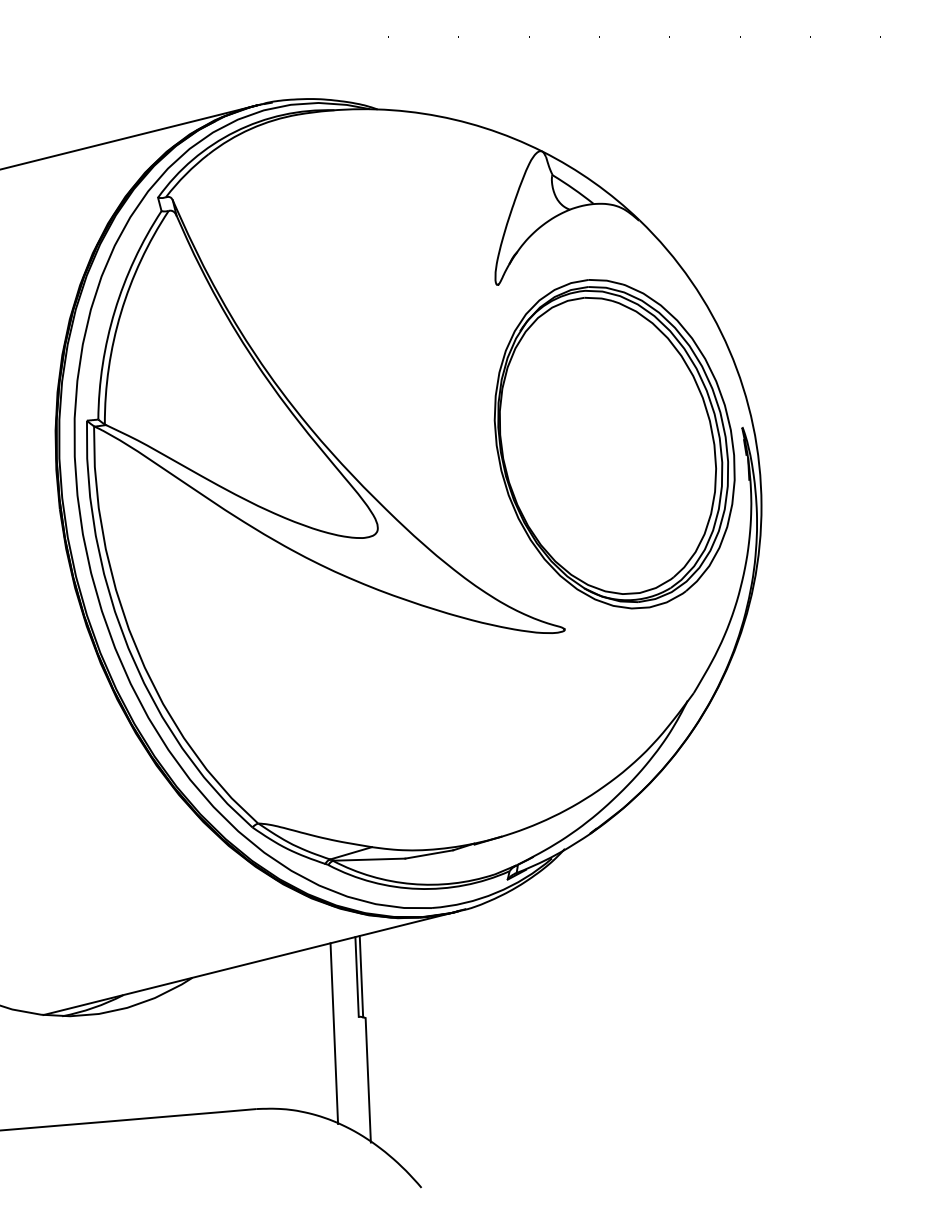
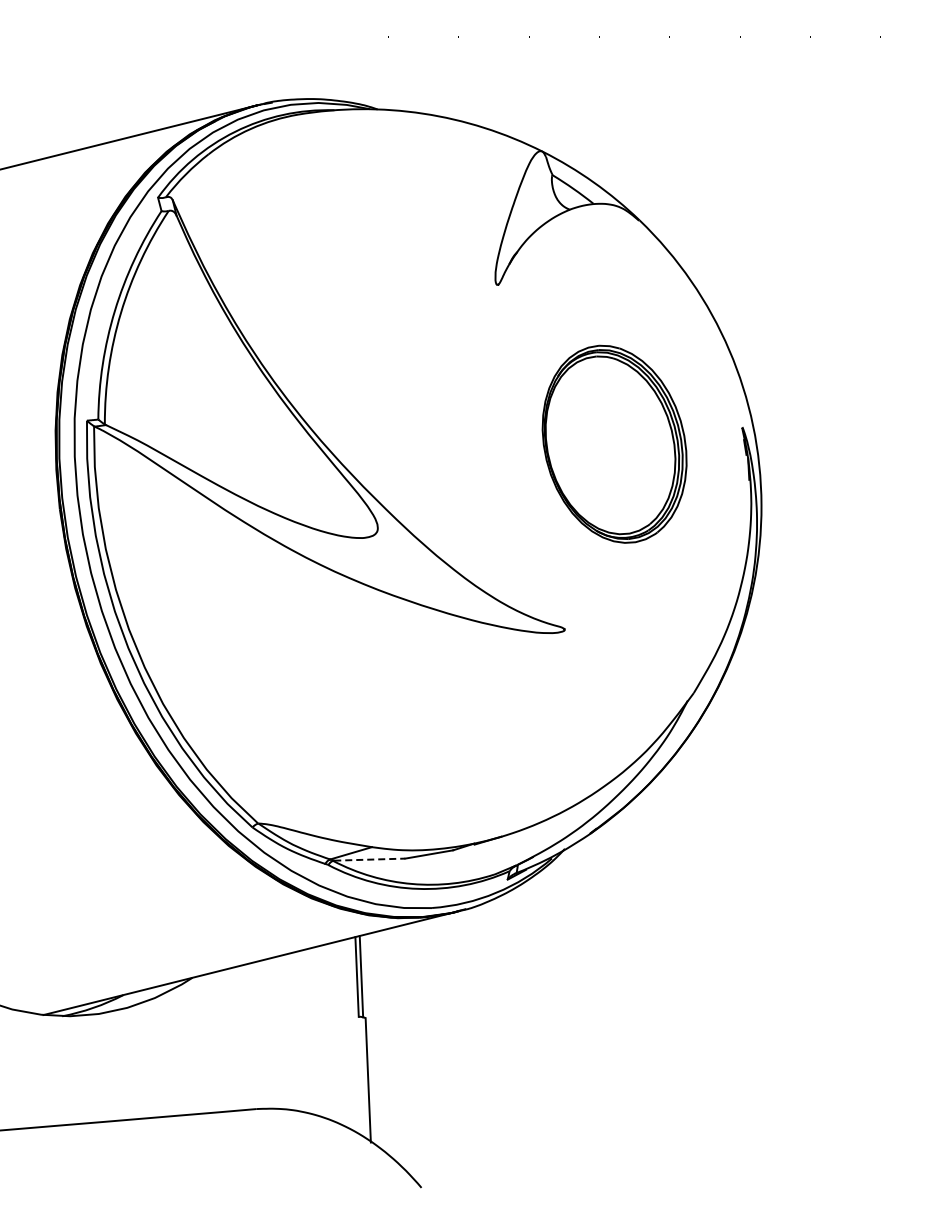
part at (614, 444) size: 243x331 px -> 147x200 px
line at (369, 859): solid -> dashed
line at (334, 1033): present -> none
